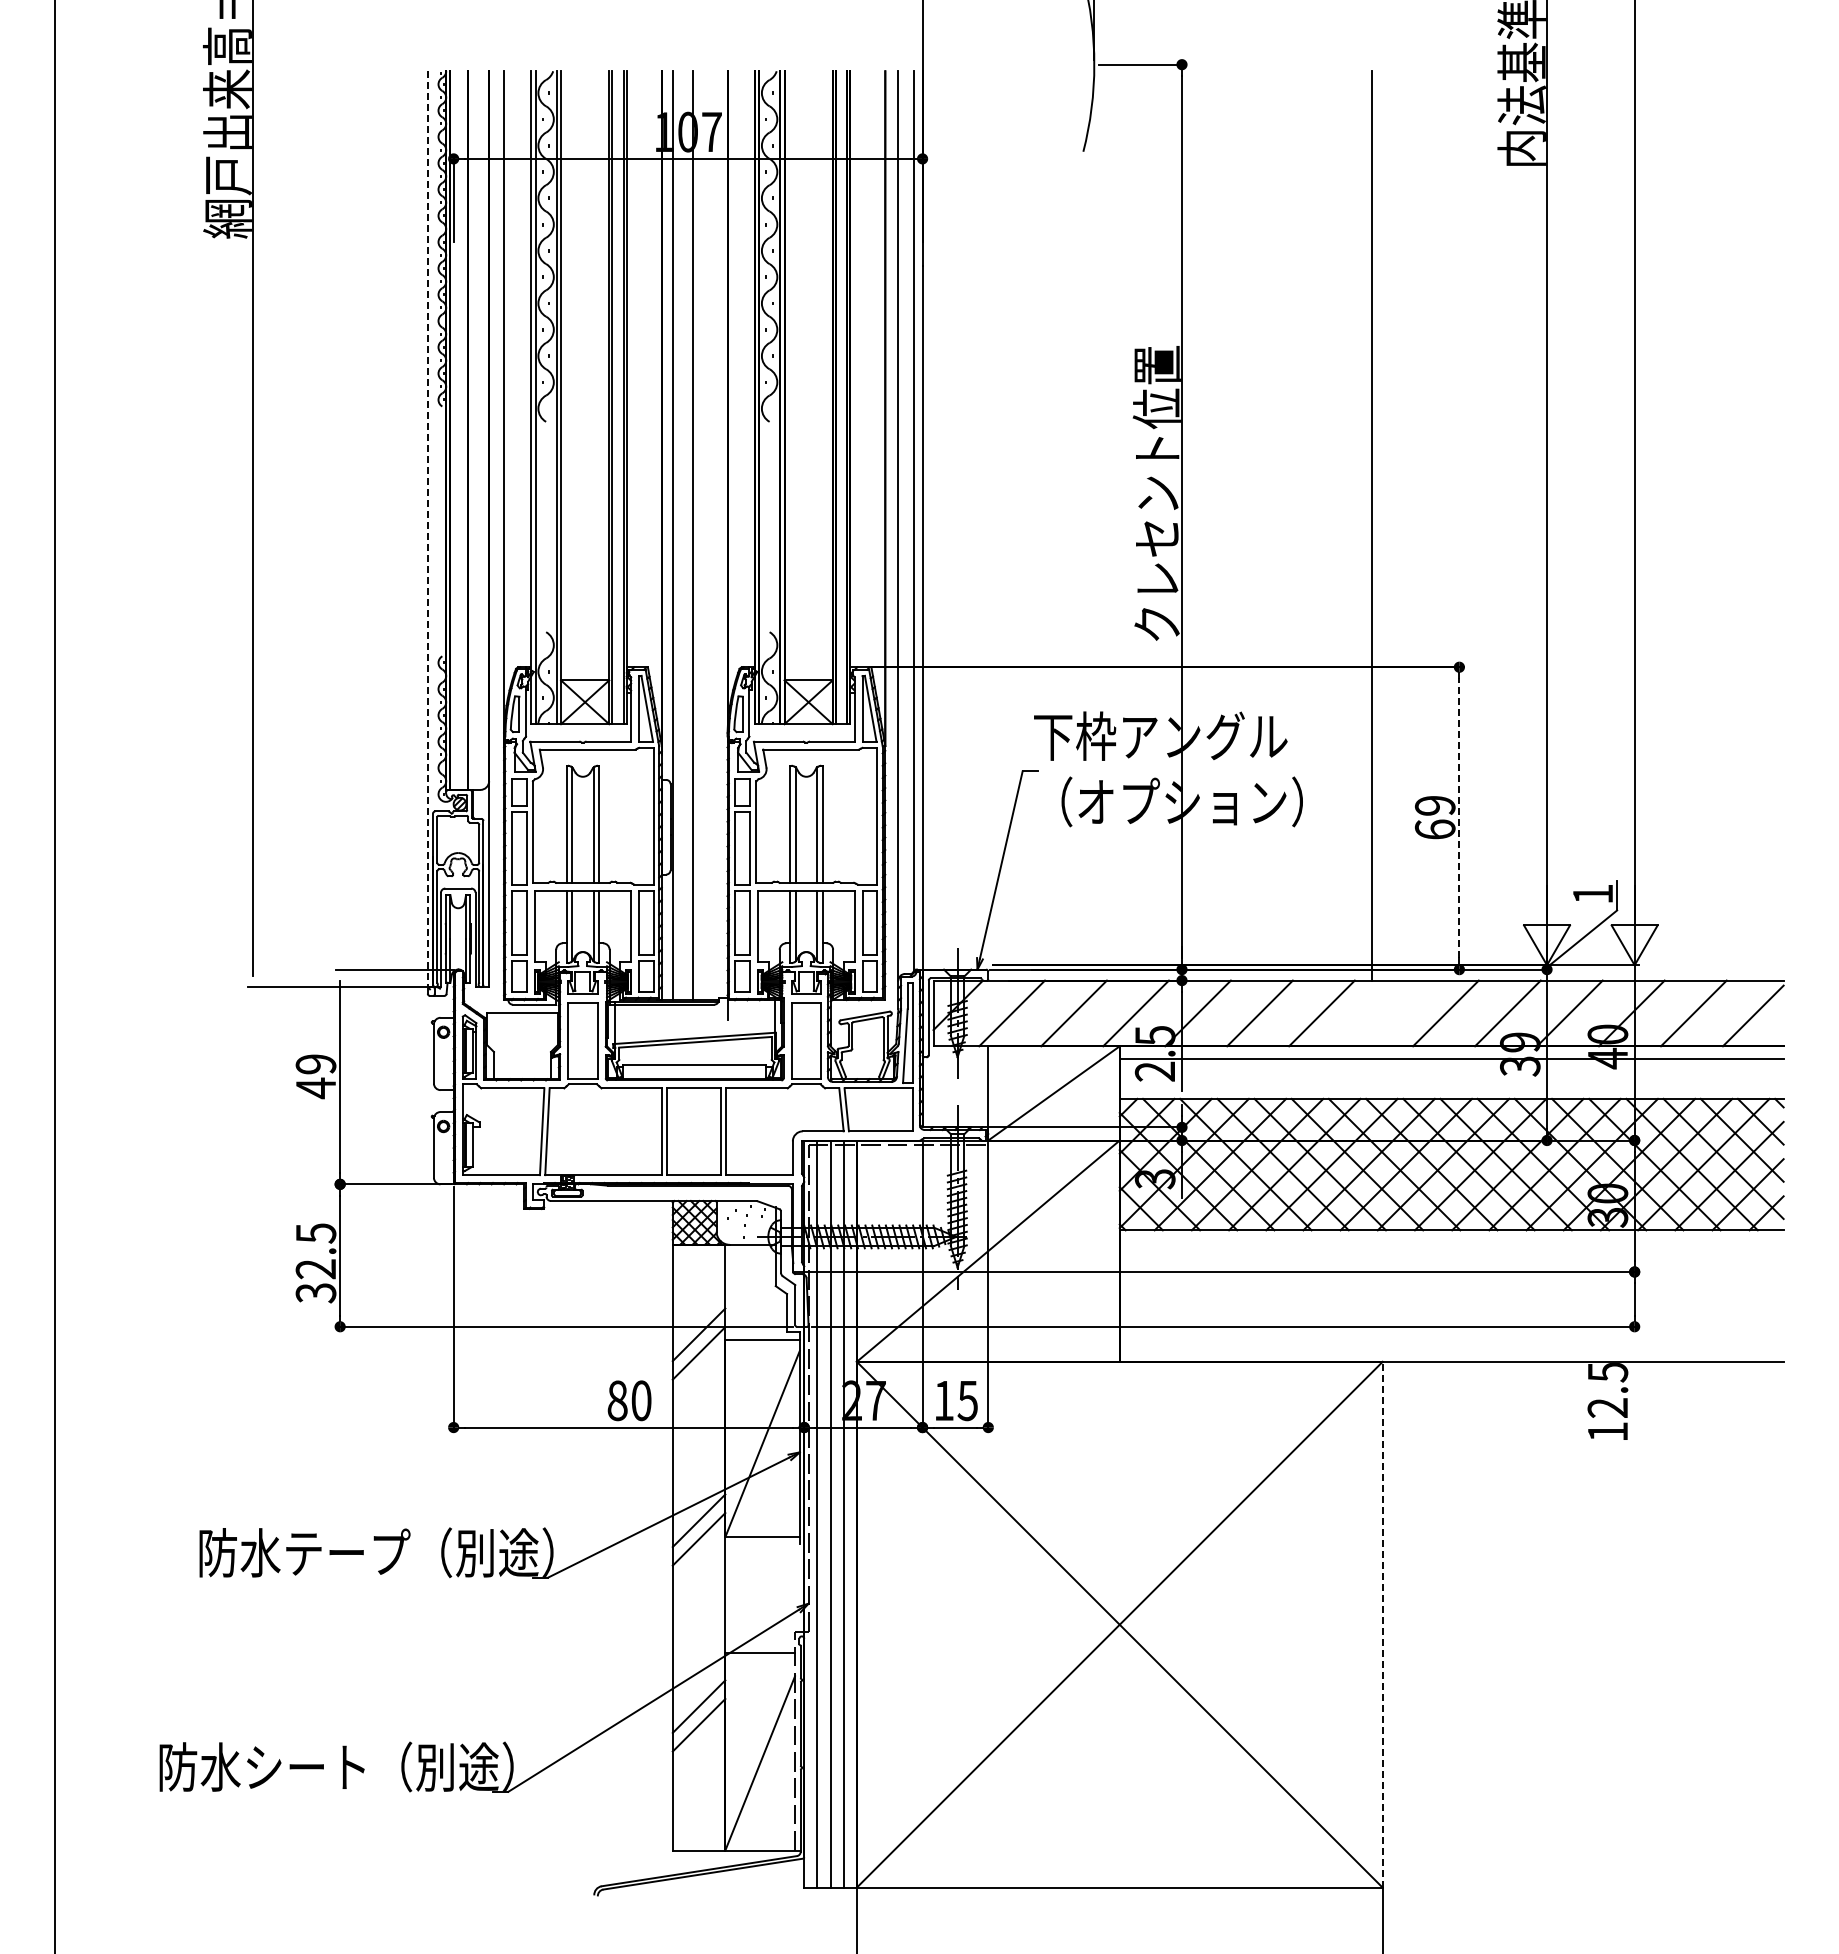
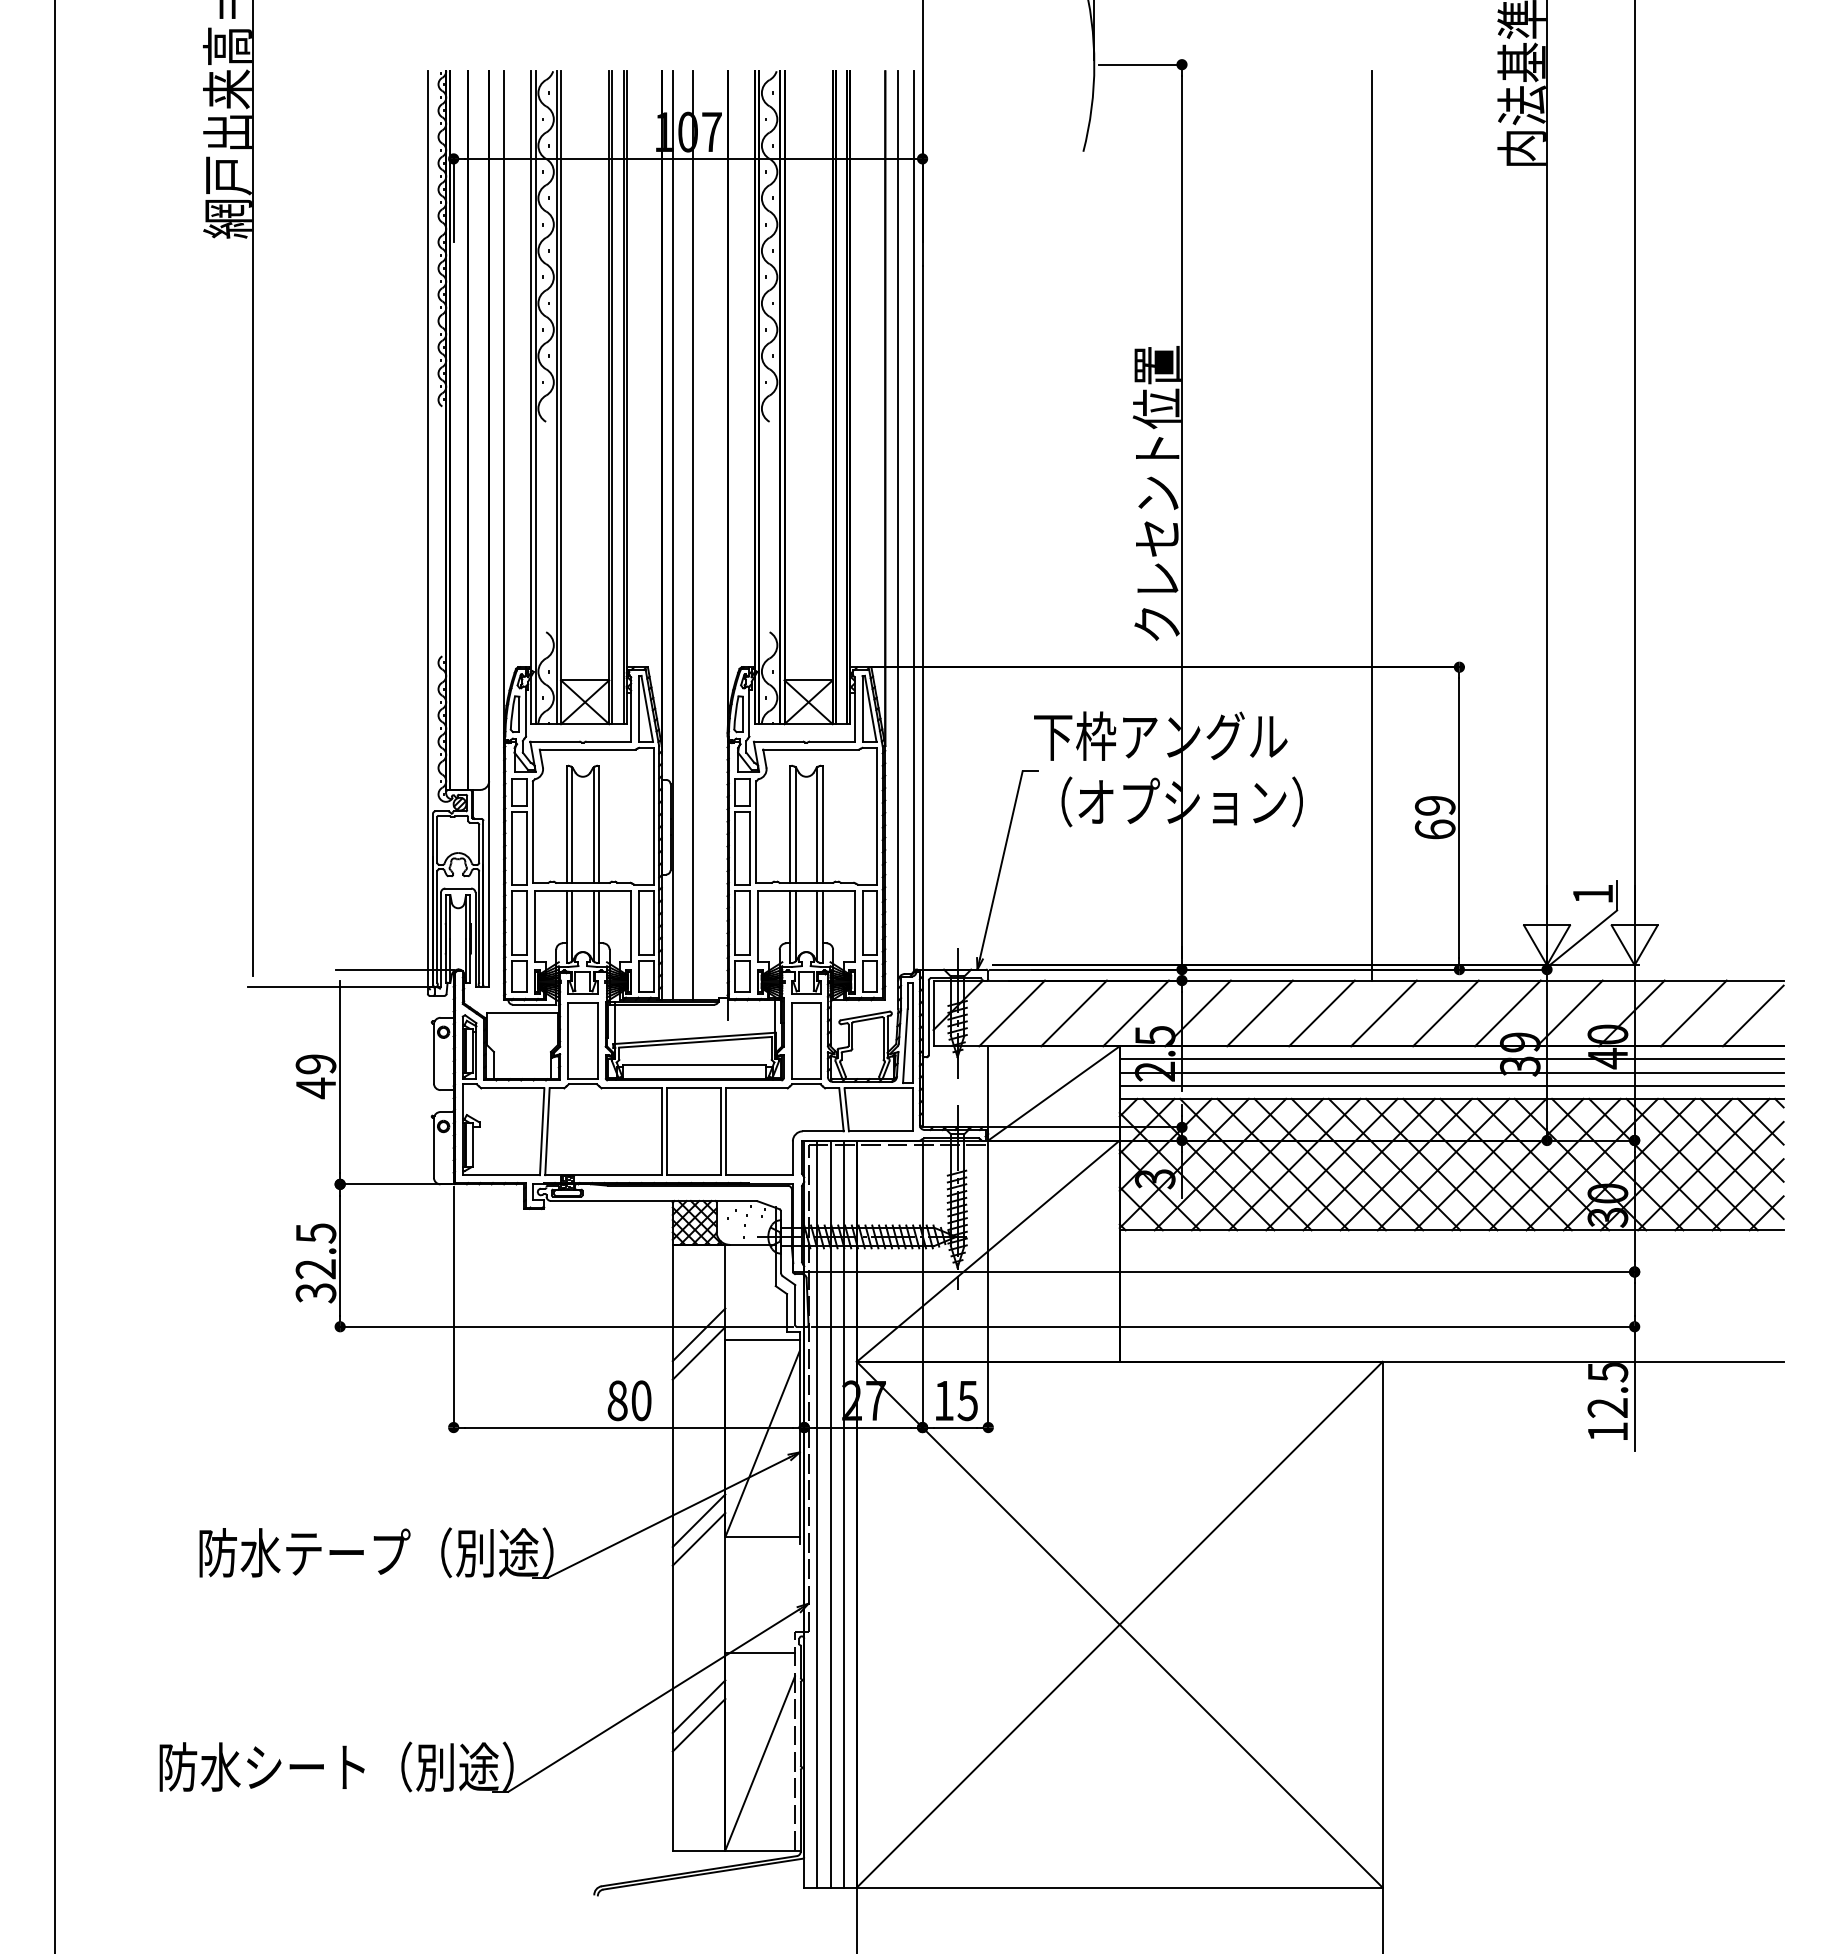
line at (427, 529): dashed -> solid
line at (1459, 817): dashed -> solid
line at (1383, 1013): none -> present
line at (1451, 1072): none -> present
line at (1451, 1085): none -> present
line at (1634, 1388): none -> present
line at (1382, 1624): dashed -> solid
